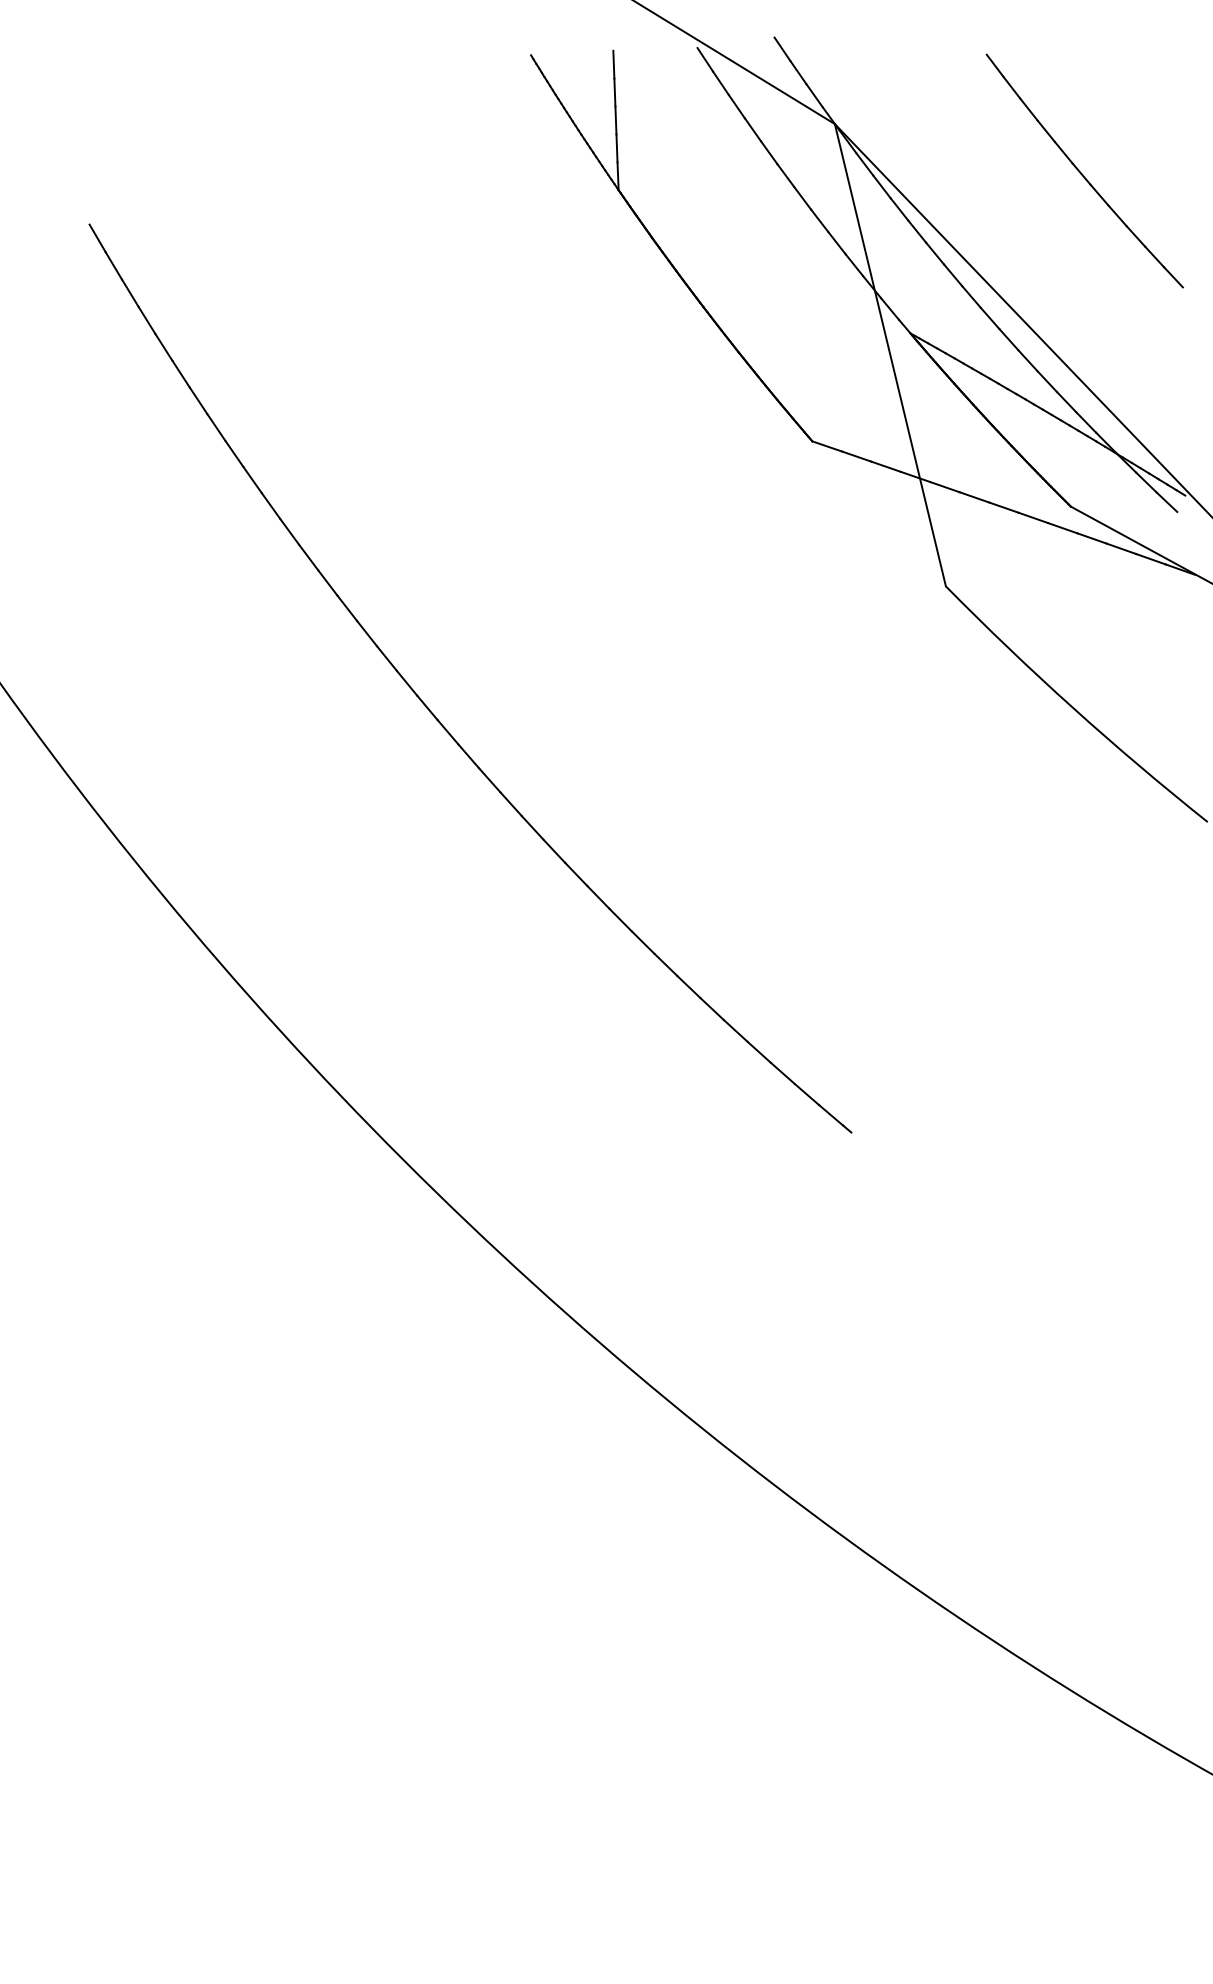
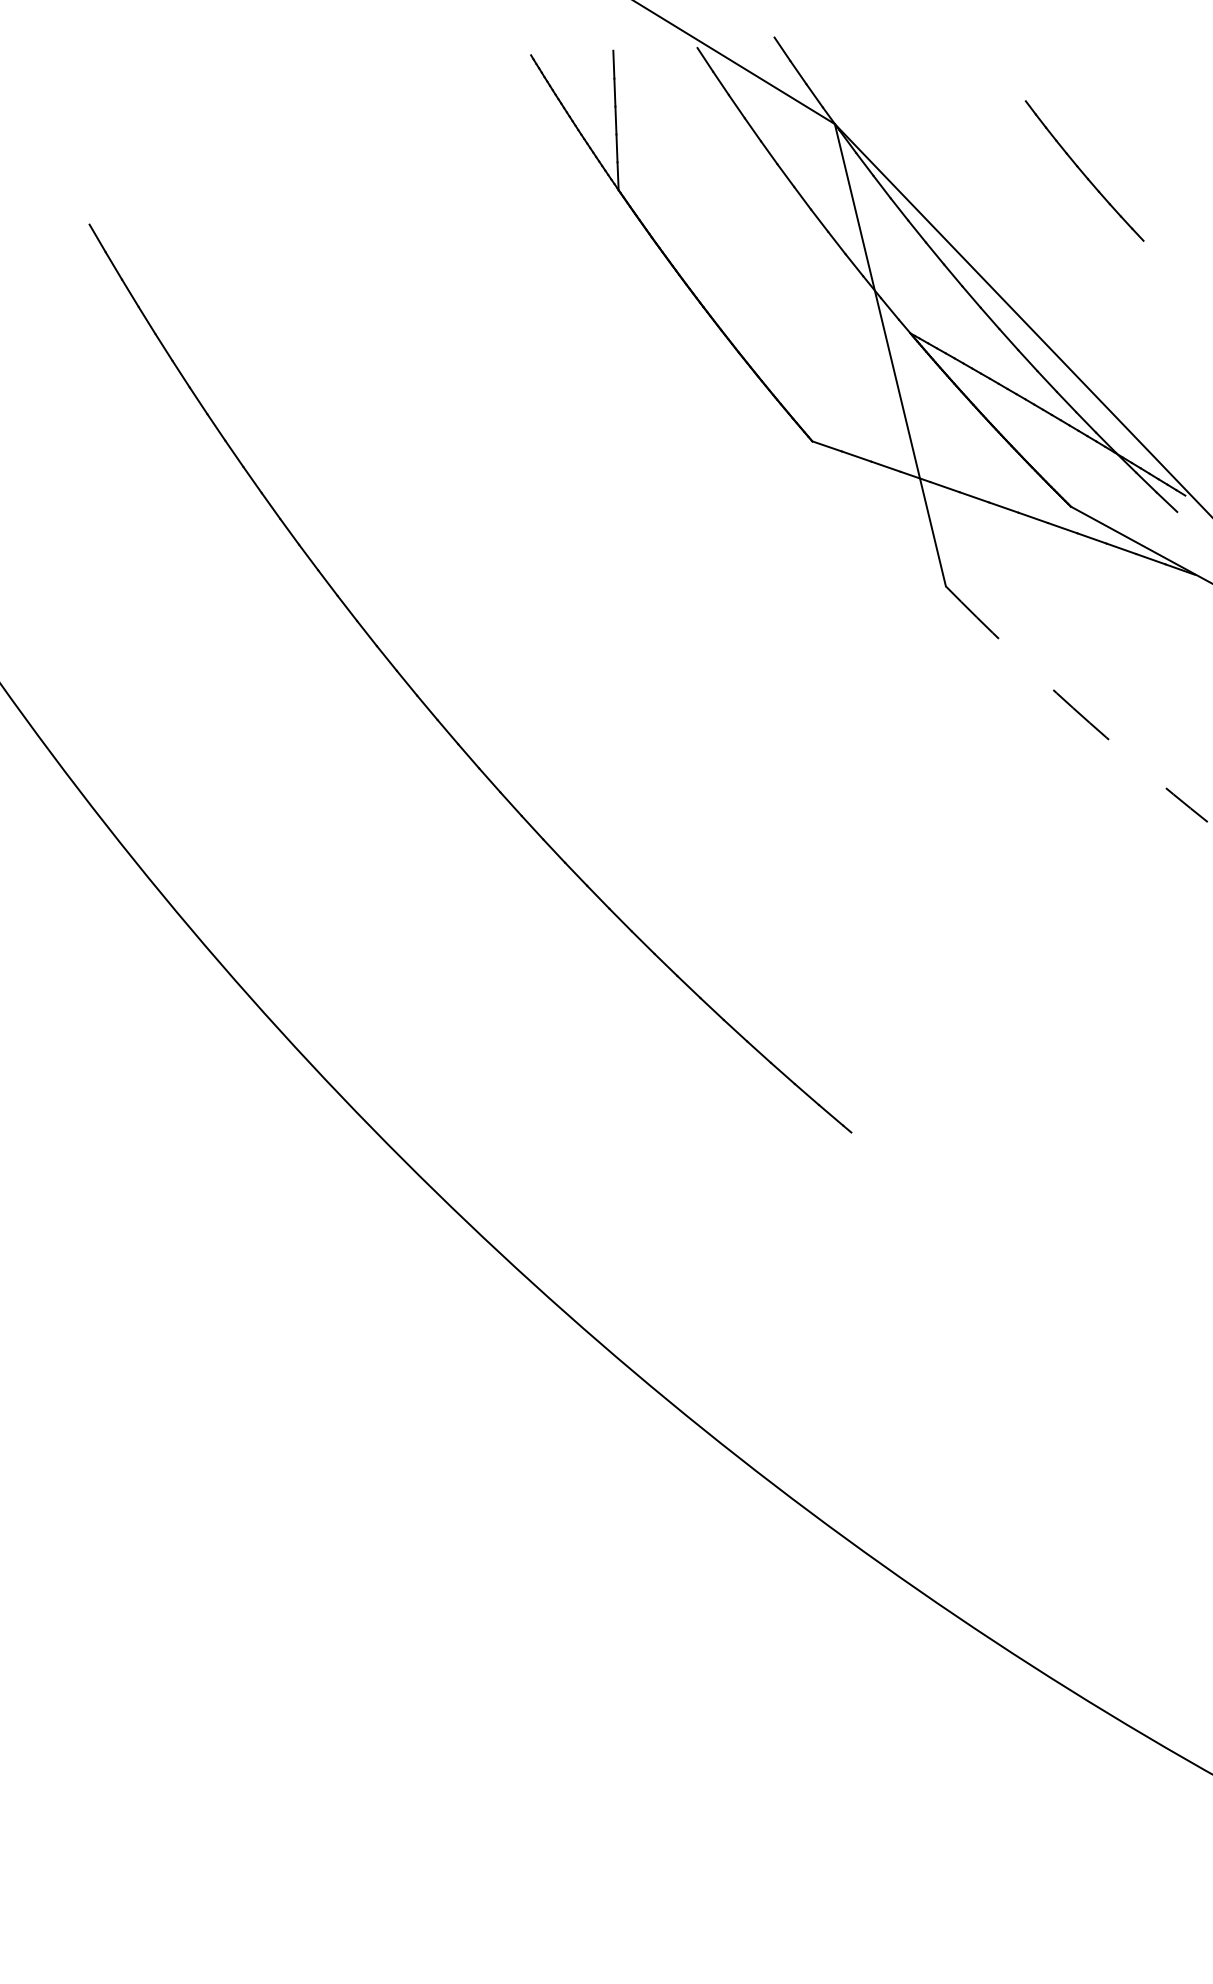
part at (1084, 170) size: 199x236 px -> 121x142 px
arc at (1073, 708): solid -> dashed
